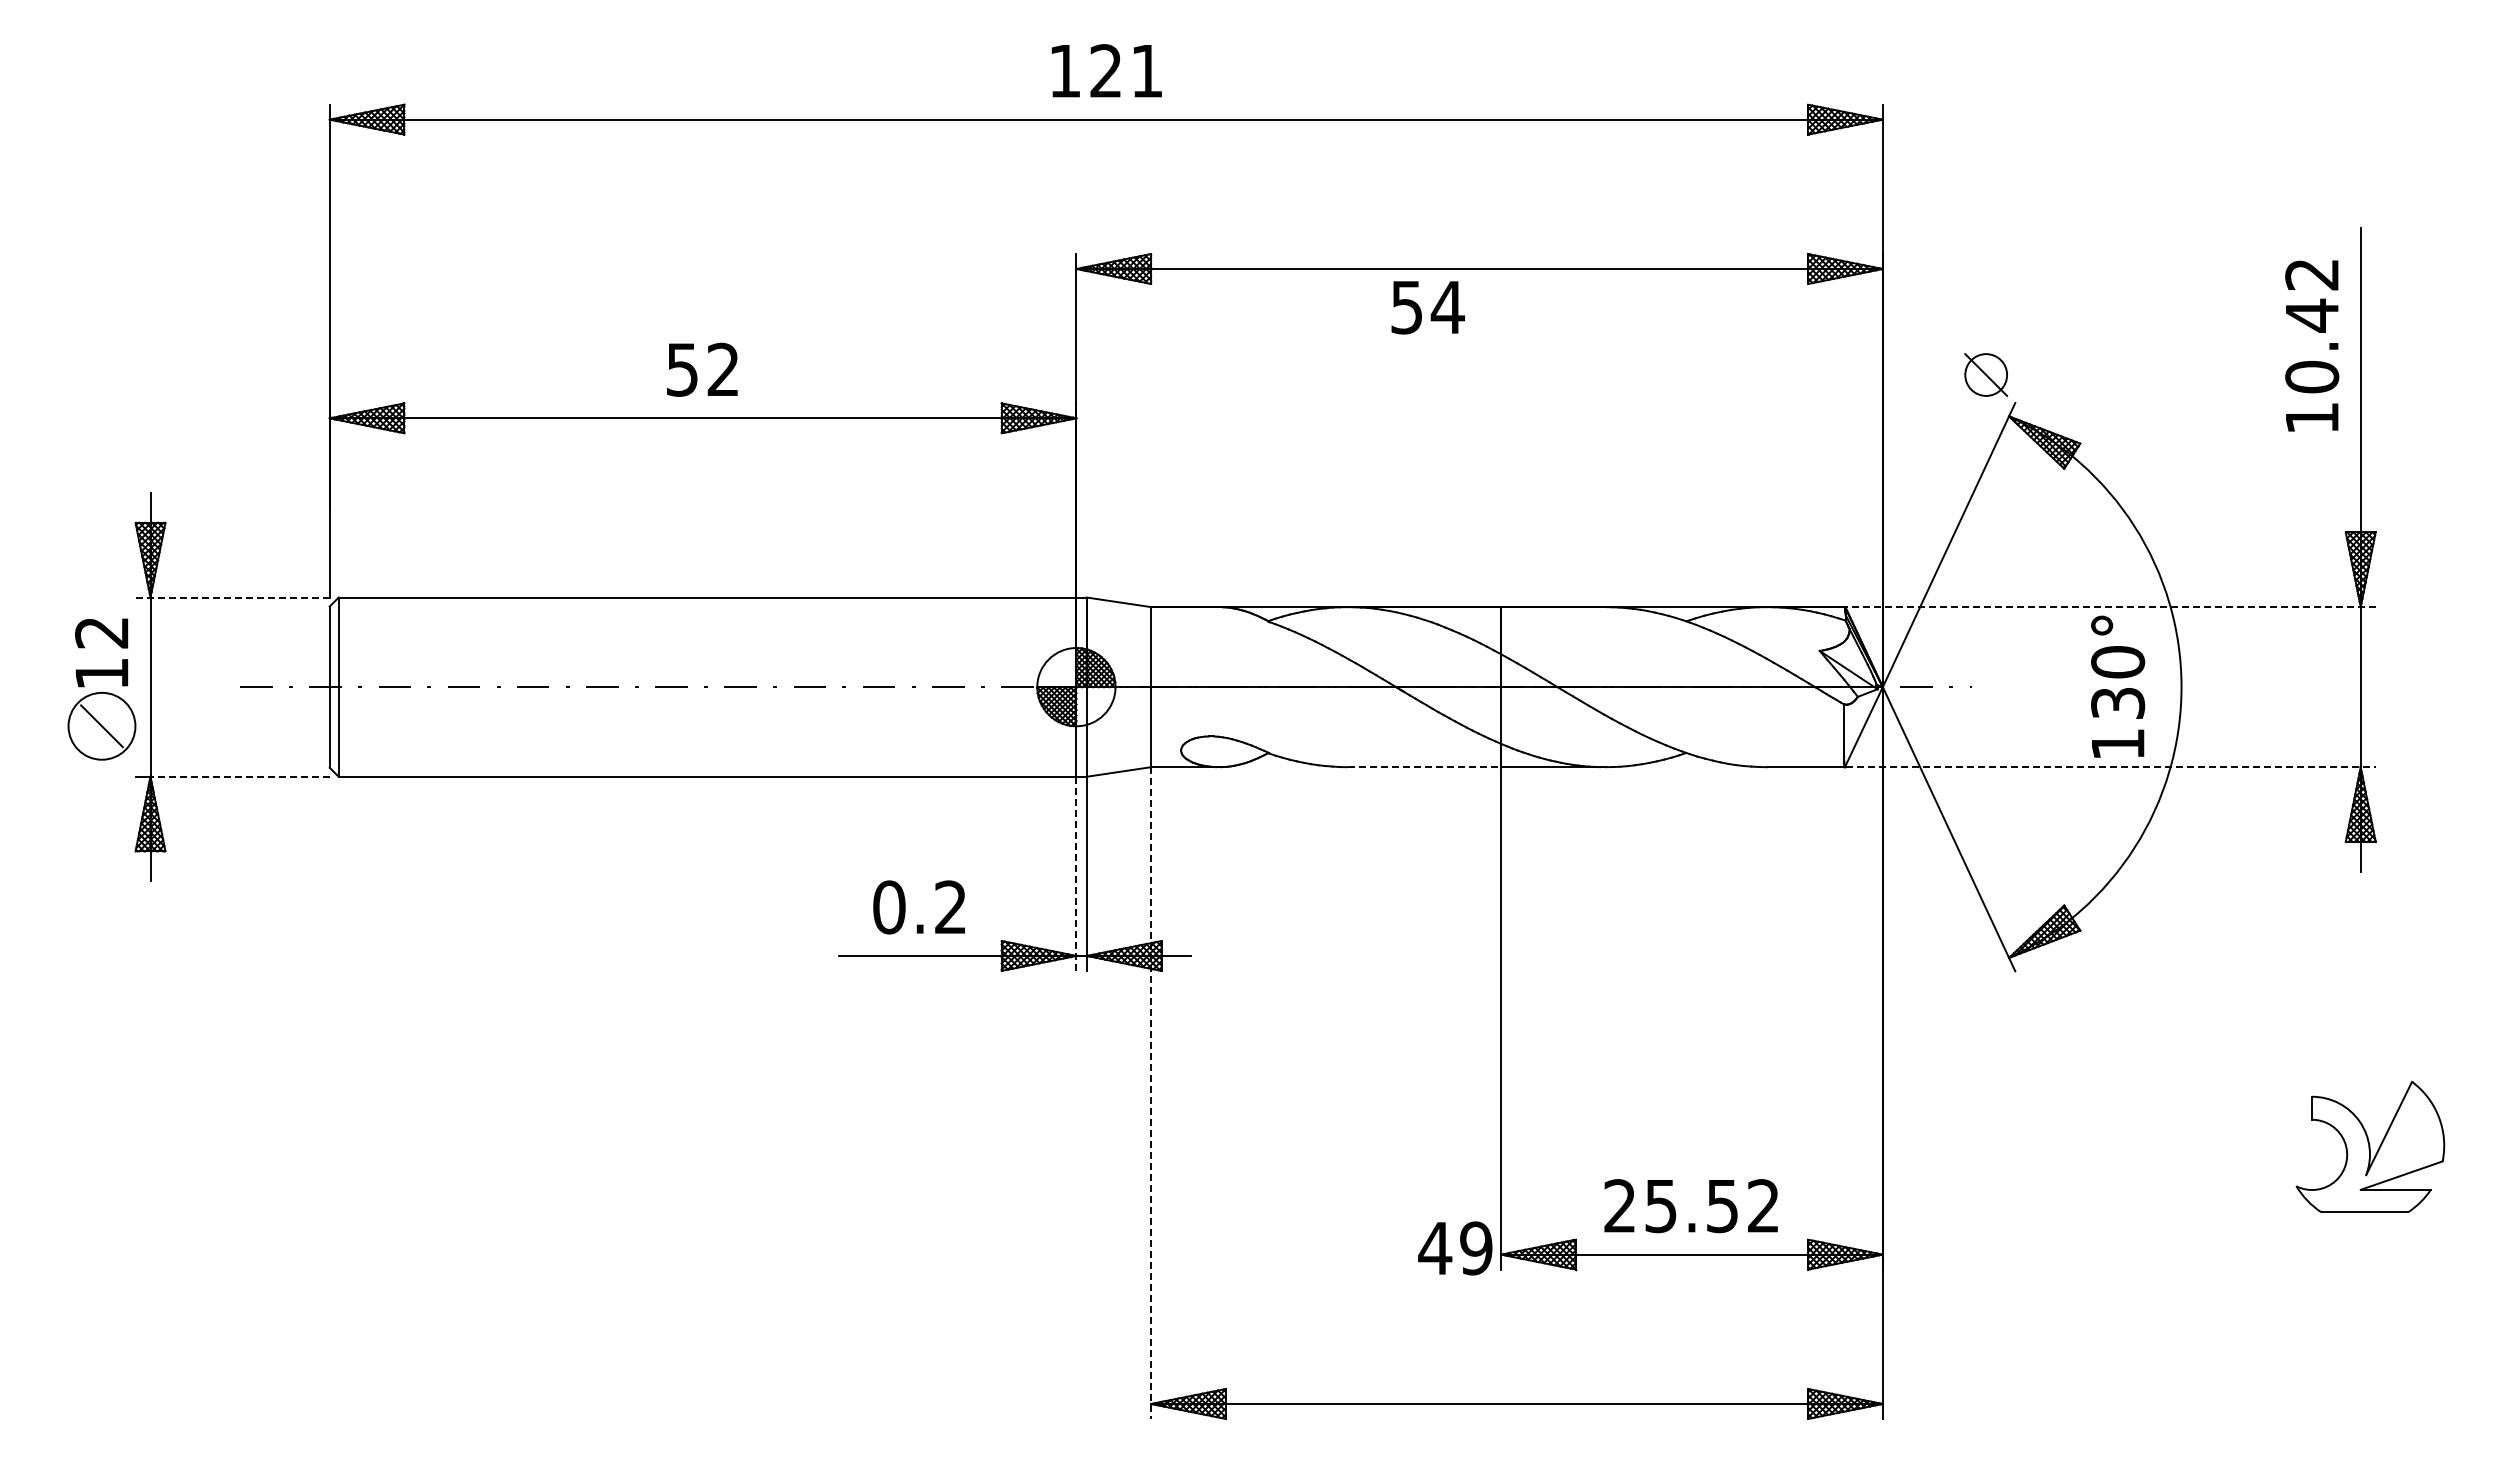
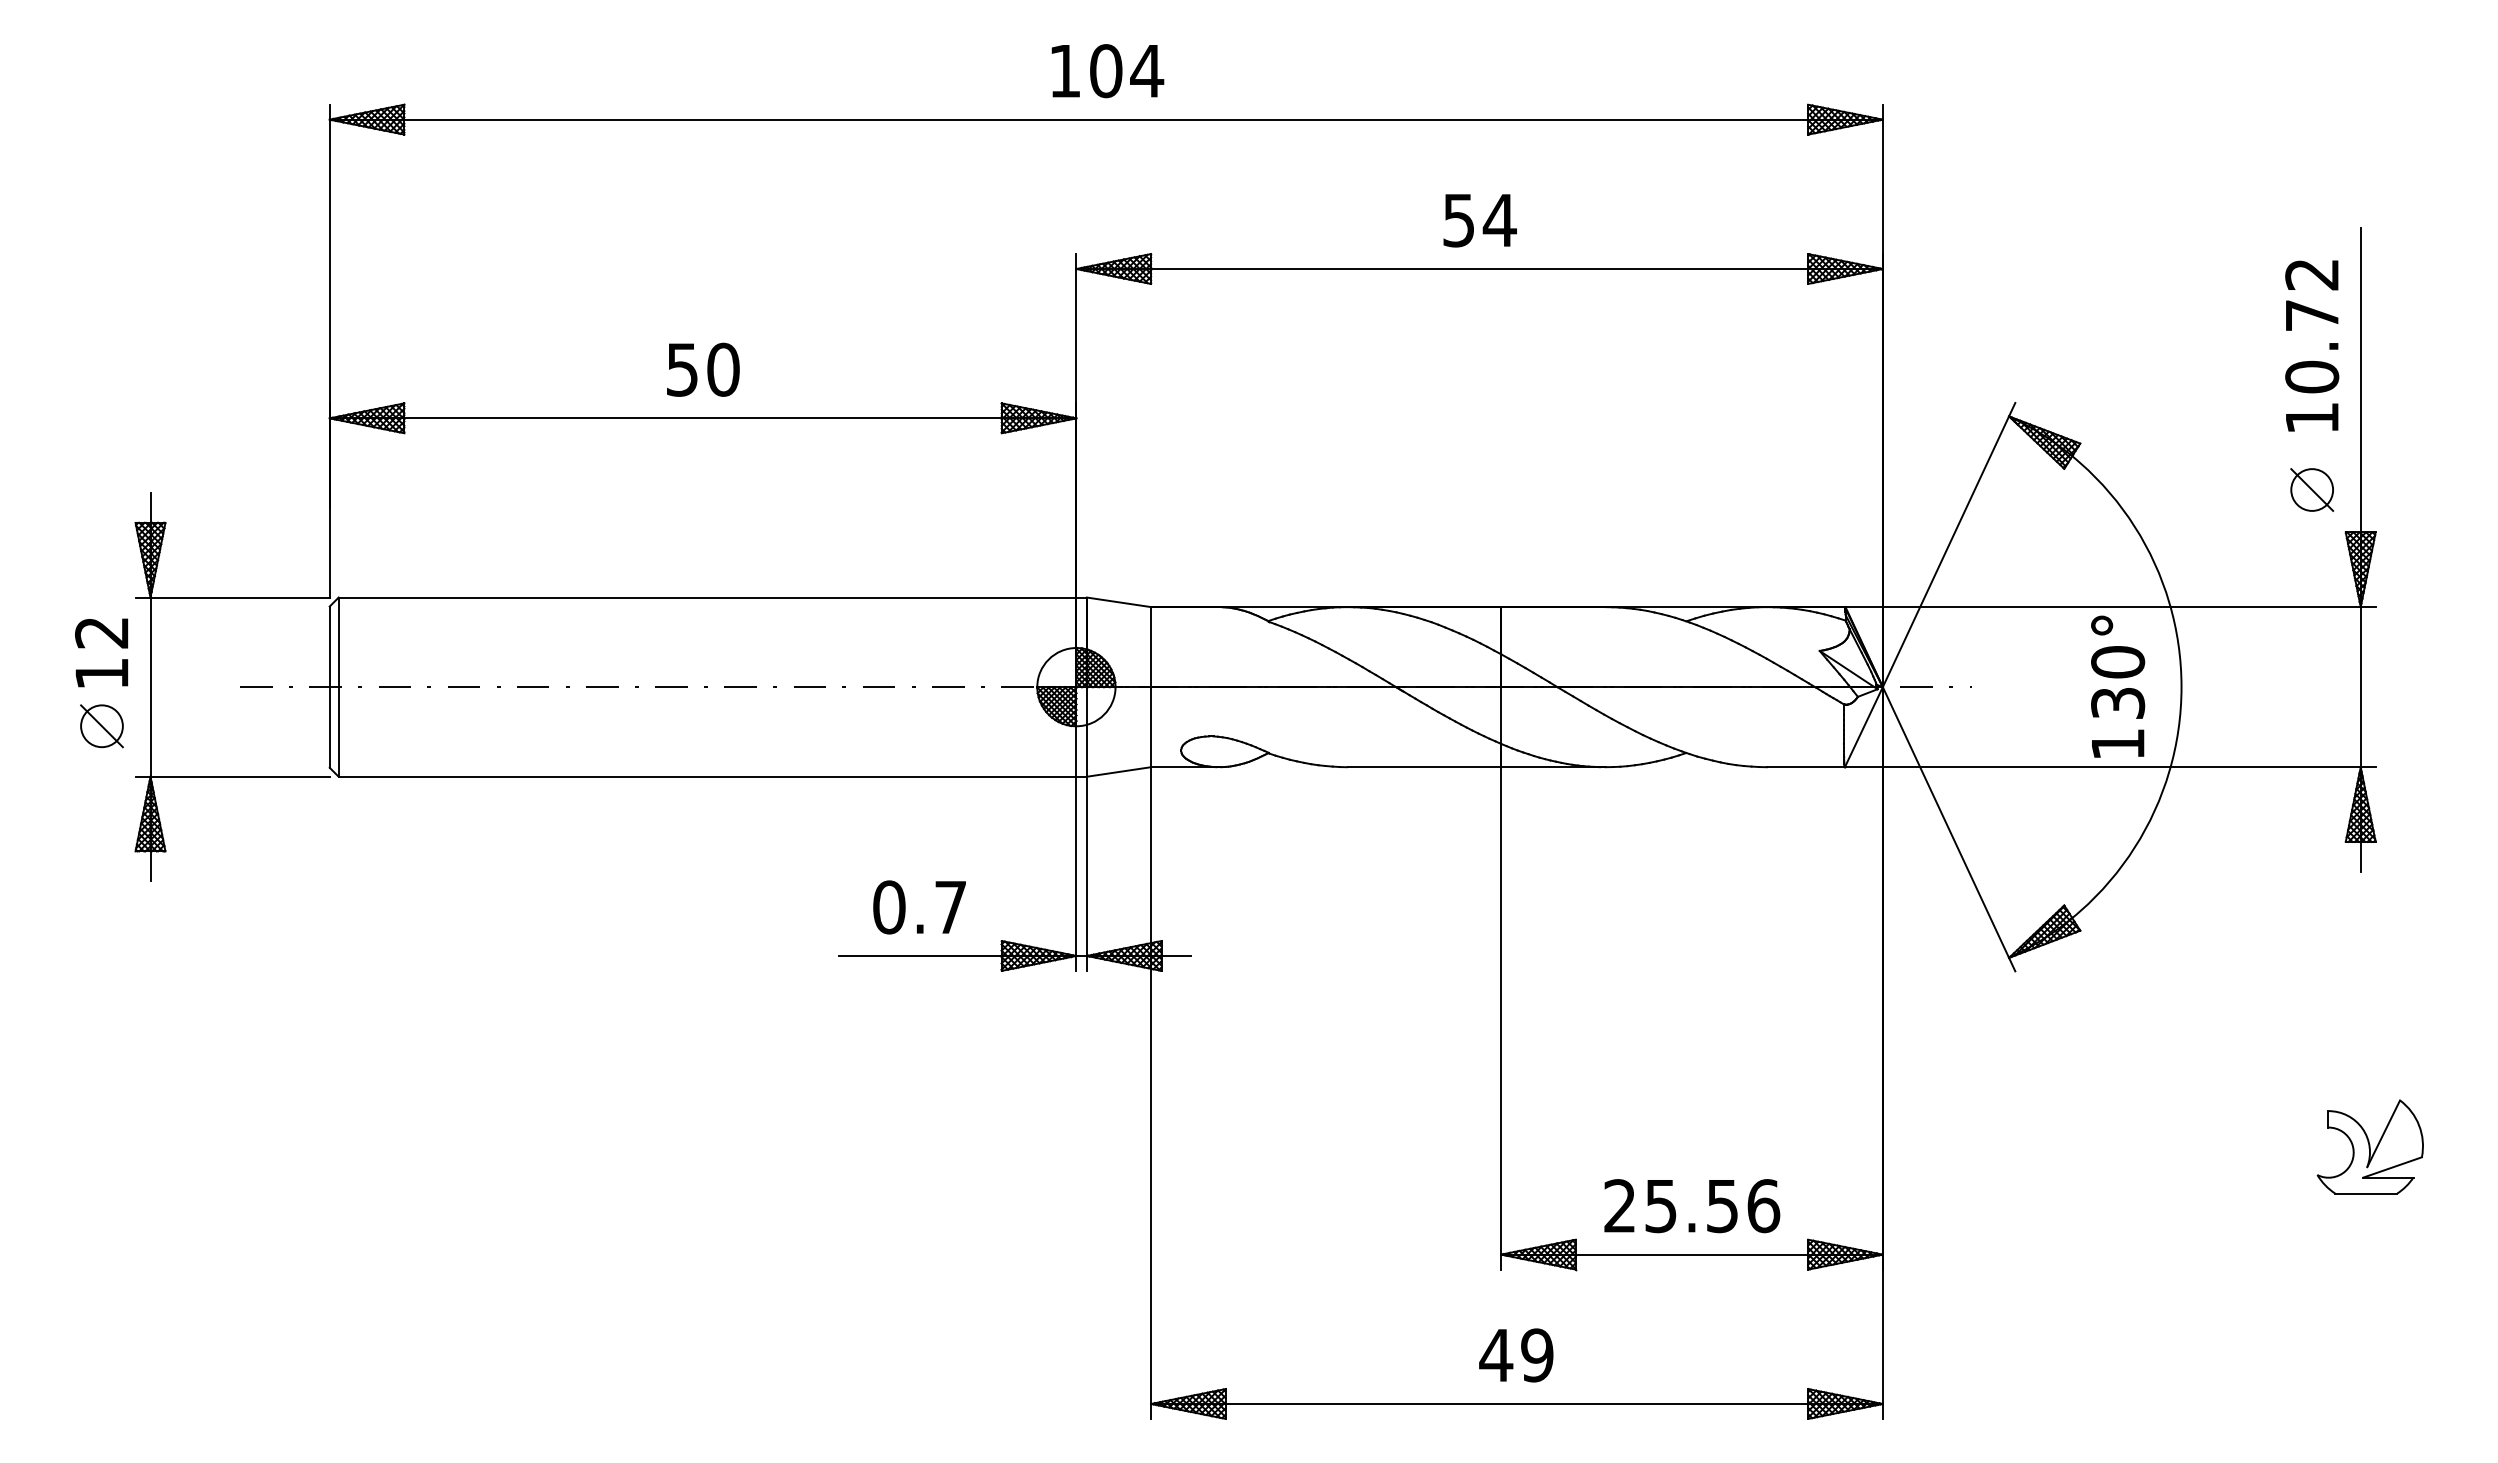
text at (1127, 71): 121 -> 104
text at (1427, 307) position: (1427, 307) -> (1479, 220)
text at (2312, 315): 10.42 -> 10.72
text at (723, 369): 52 -> 50
part at (1986, 374) position: (1986, 374) -> (2312, 489)
line at (233, 597): dashed -> solid
line at (2110, 607): dashed -> solid
circle at (101, 725) diameter: 67 px -> 42 px
line at (1424, 767): dashed -> solid
line at (2111, 767): dashed -> solid
line at (240, 776): dashed -> solid
line at (1076, 874): dashed -> solid
text at (950, 906): 0.2 -> 0.7
line at (1151, 1093): dashed -> solid
part at (2370, 1146) size: 151x133 px -> 108x96 px
text at (1763, 1206): 25.52 -> 25.56
text at (1455, 1248) position: (1455, 1248) -> (1516, 1355)
